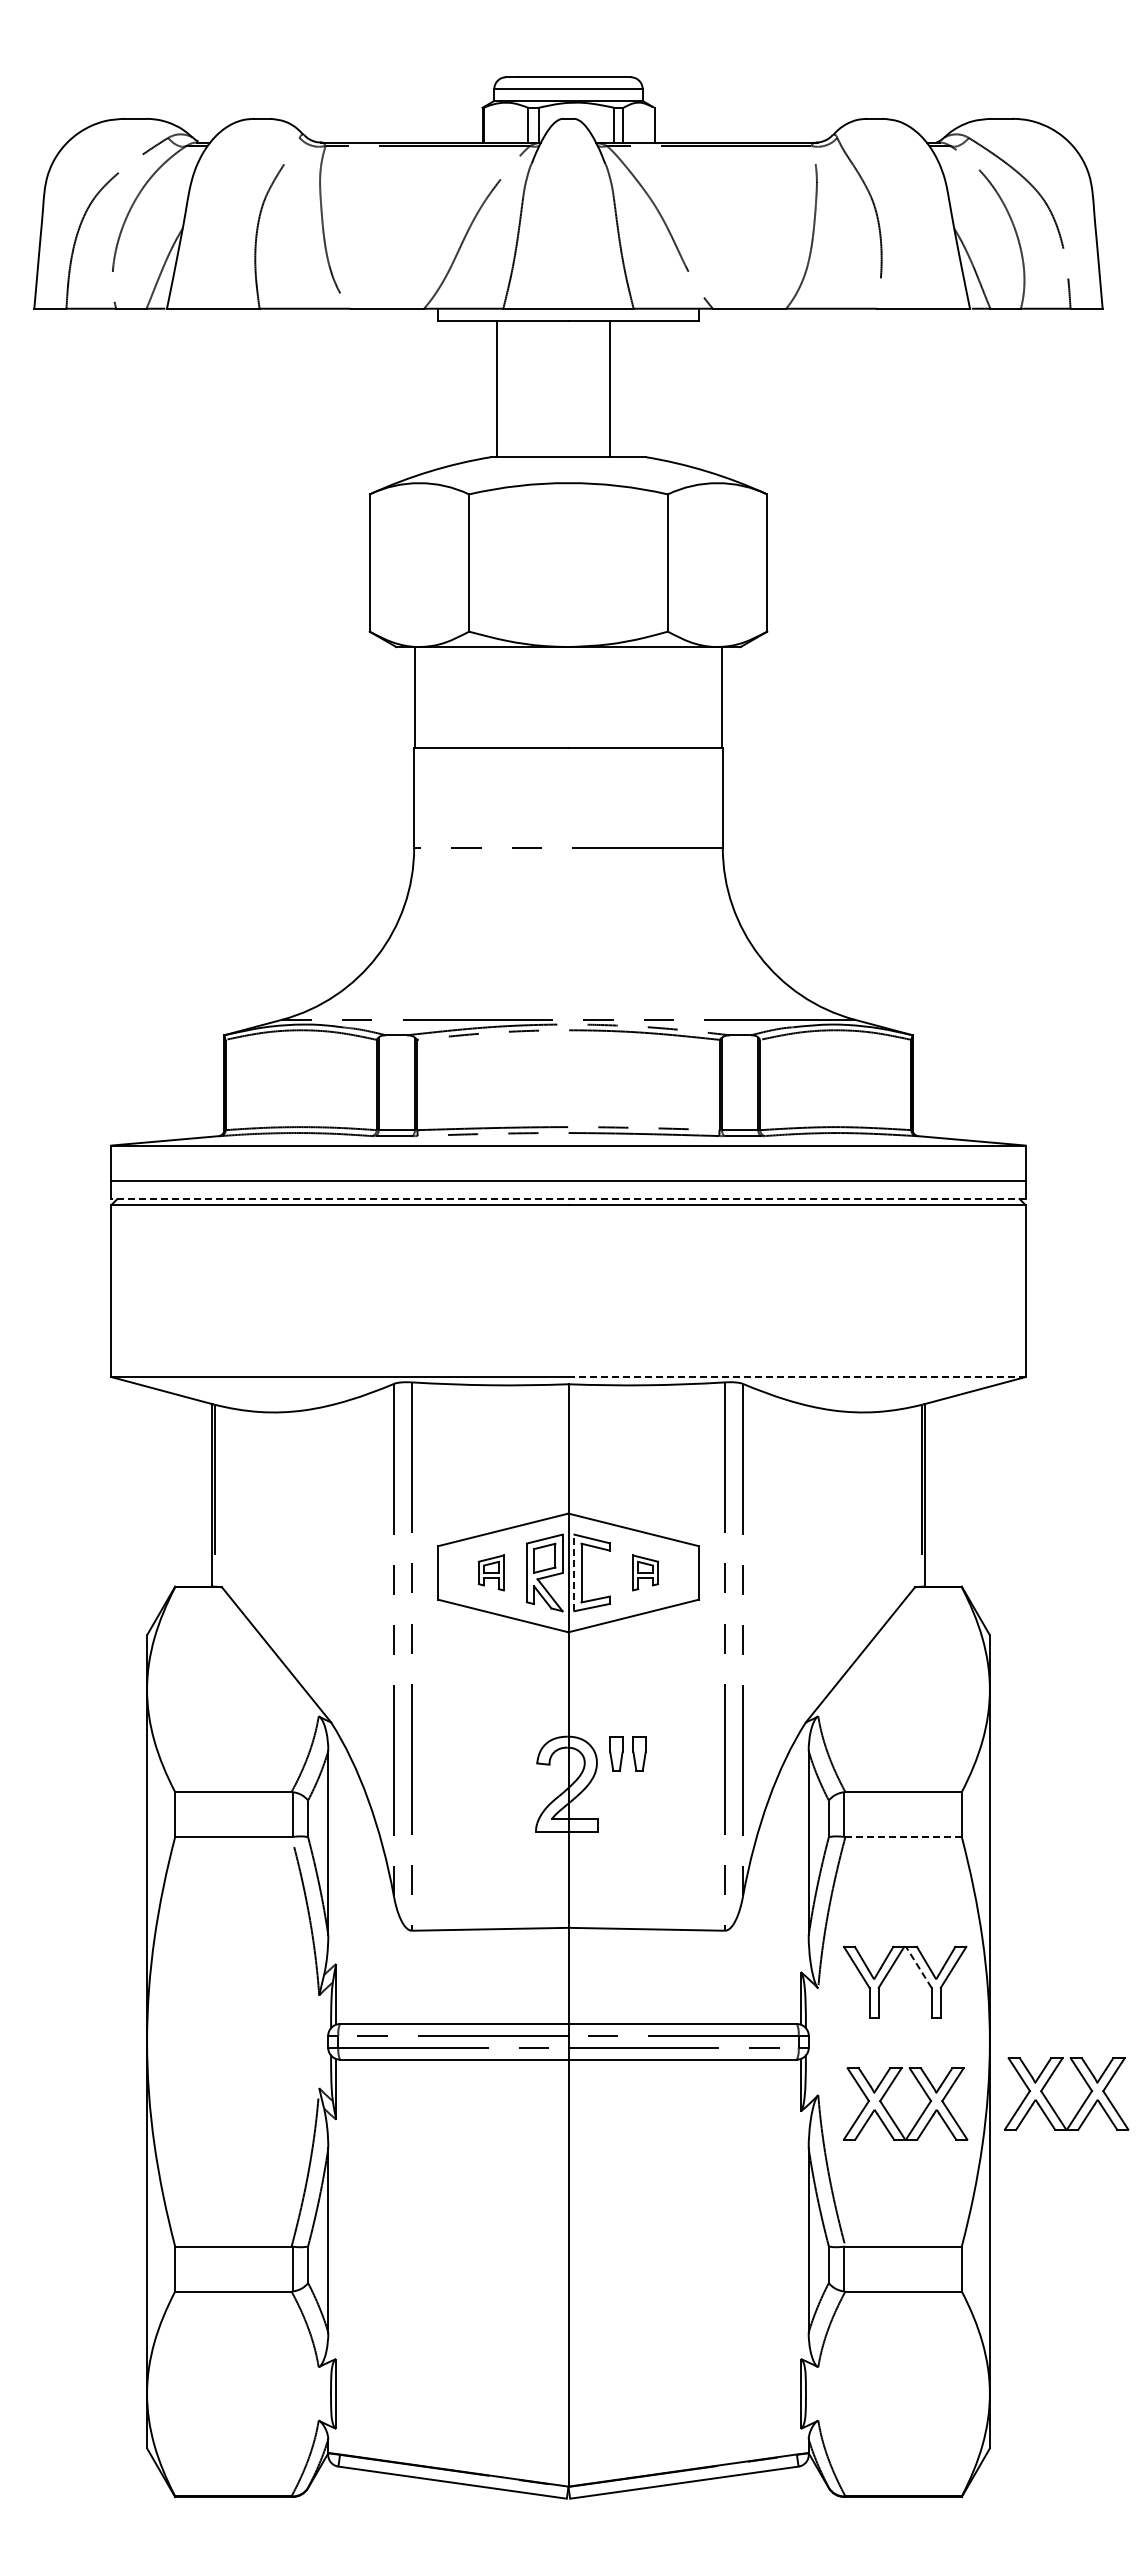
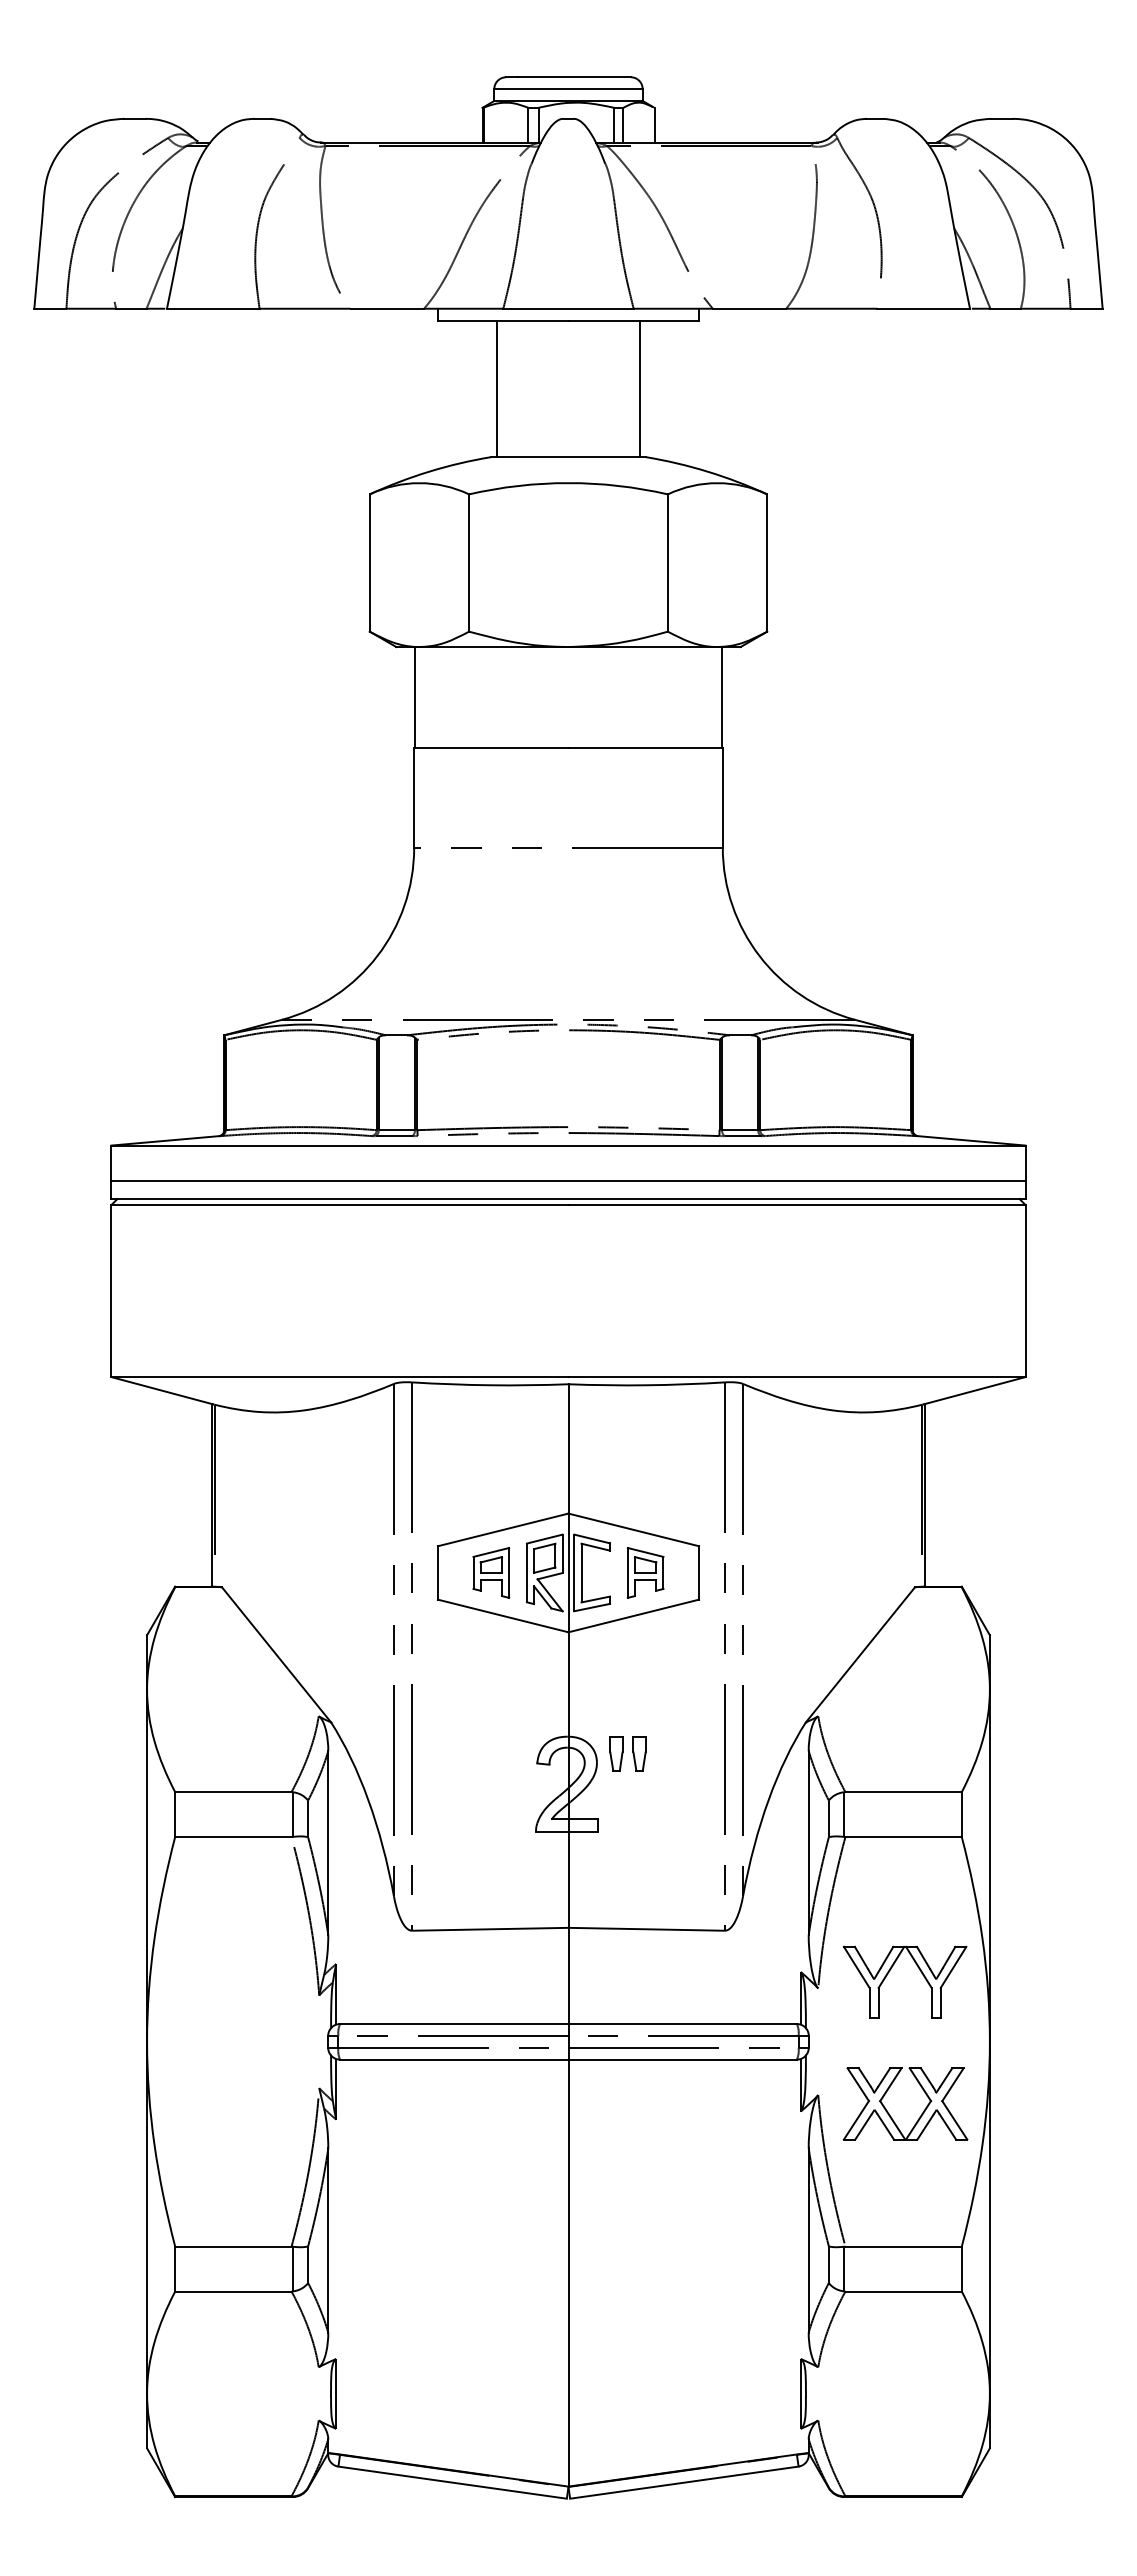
line at (610, 388) position: (610, 388) -> (640, 388)
line at (567, 1199): dashed -> solid
line at (797, 1377): dashed -> solid
part at (491, 1572) size: 27x38 px -> 39x52 px
line at (574, 1572): dashed -> solid
part at (645, 1572) size: 28x38 px -> 39x52 px
line at (903, 1837): dashed -> solid
line at (918, 1966): dashed -> solid
part at (1049, 2101): present -> none
